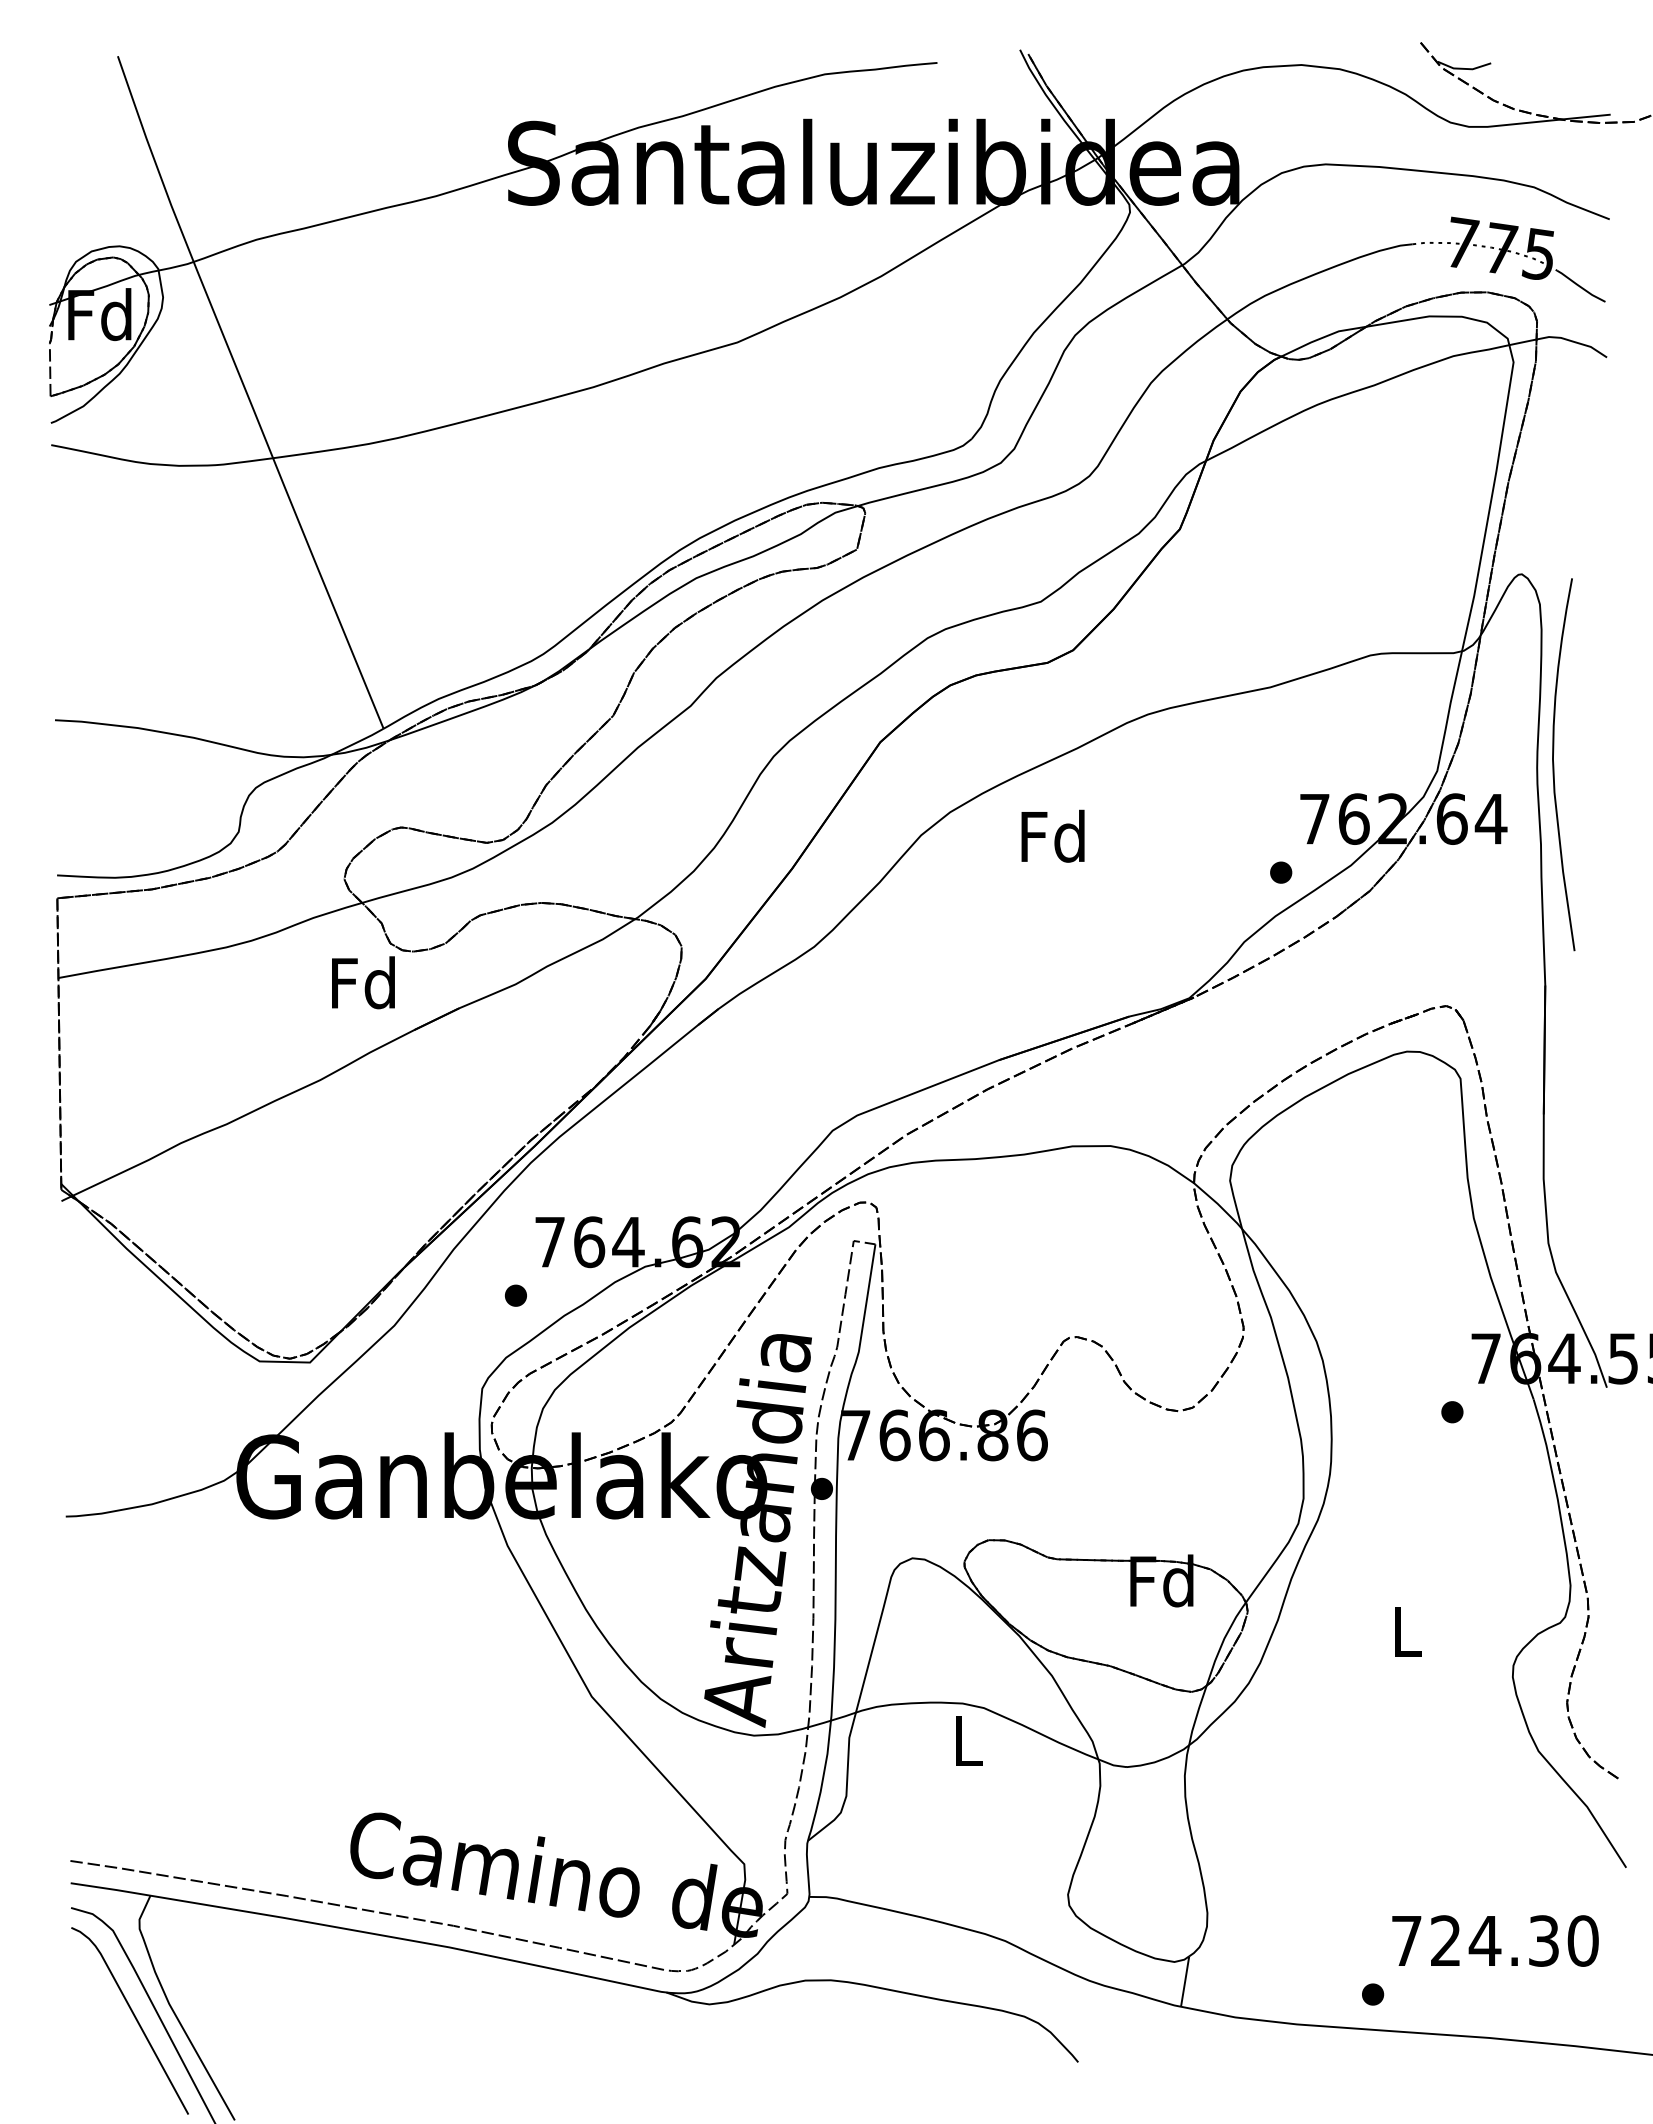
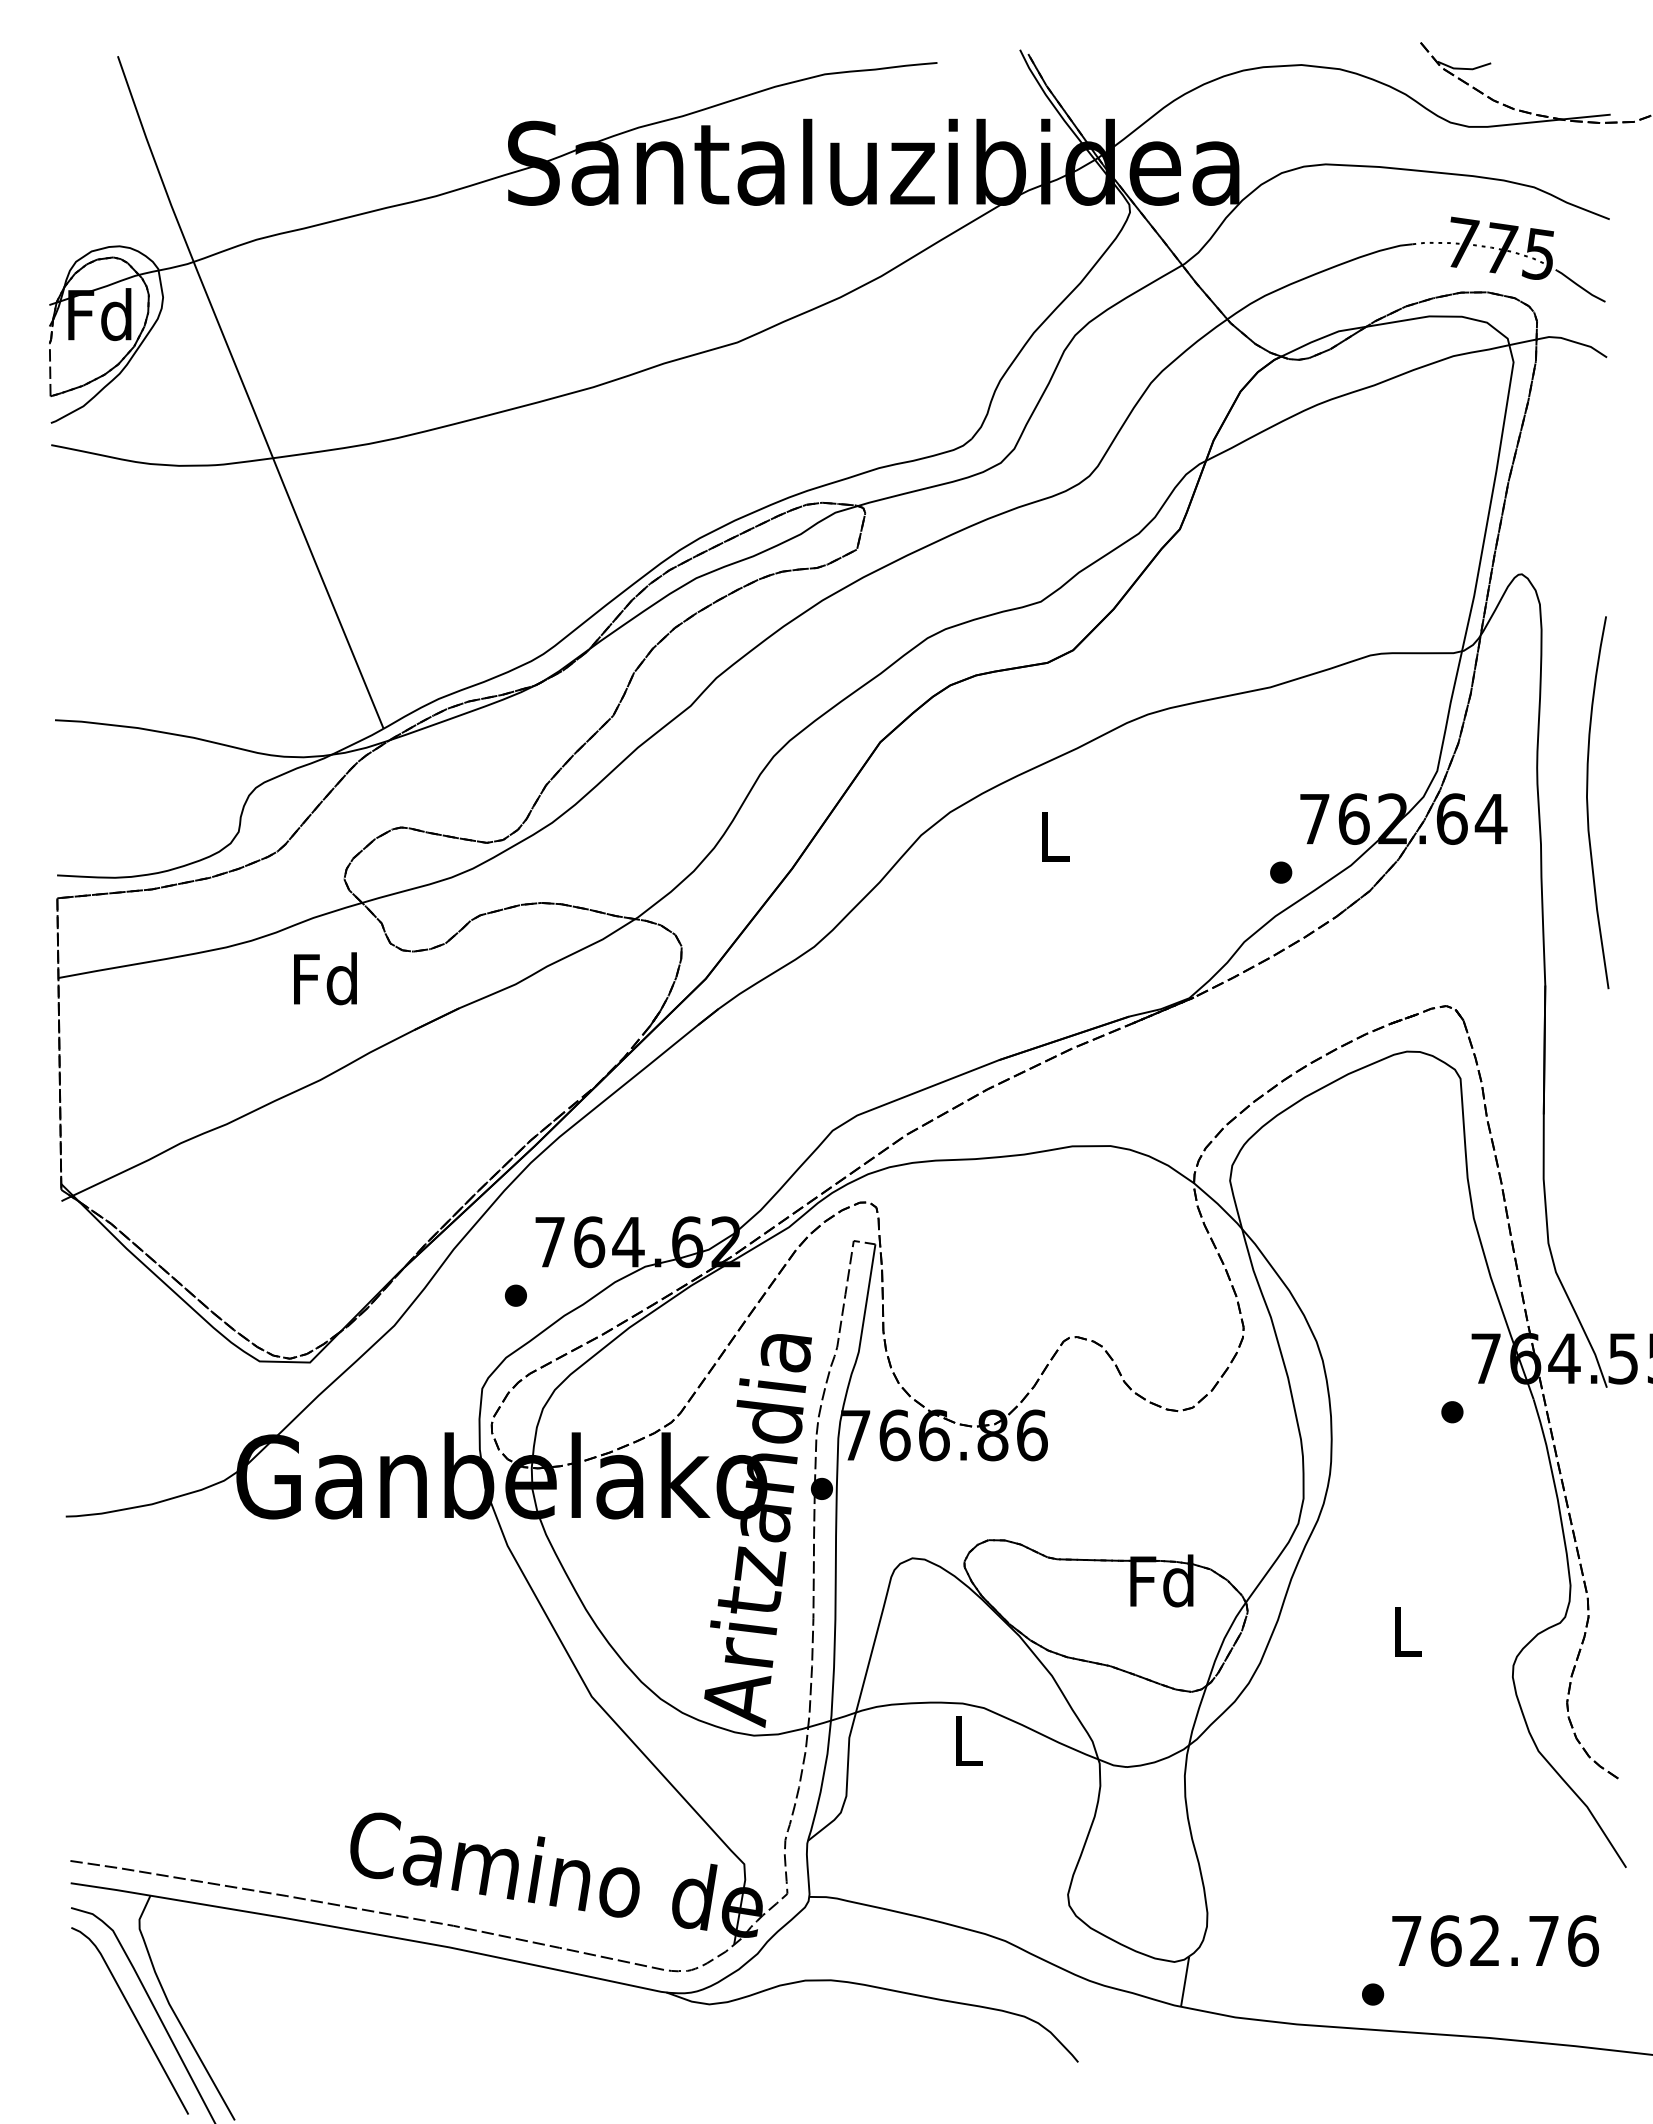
curve at (1554, 764) position: (1554, 764) -> (1588, 802)
text at (1052, 835): Fd -> L
text at (363, 982) position: (363, 982) -> (325, 978)
text at (1514, 1940): 724.30 -> 762.76
